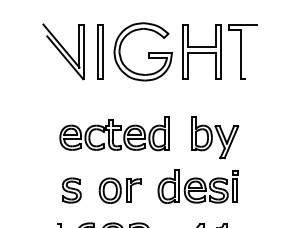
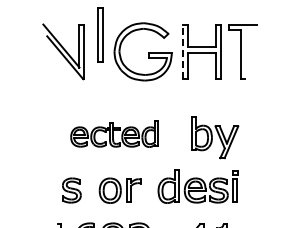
part at (100, 51) position: (100, 51) -> (100, 34)
line at (183, 51): solid -> dashed
part at (114, 133) size: 111x36 px -> 89x28 px
